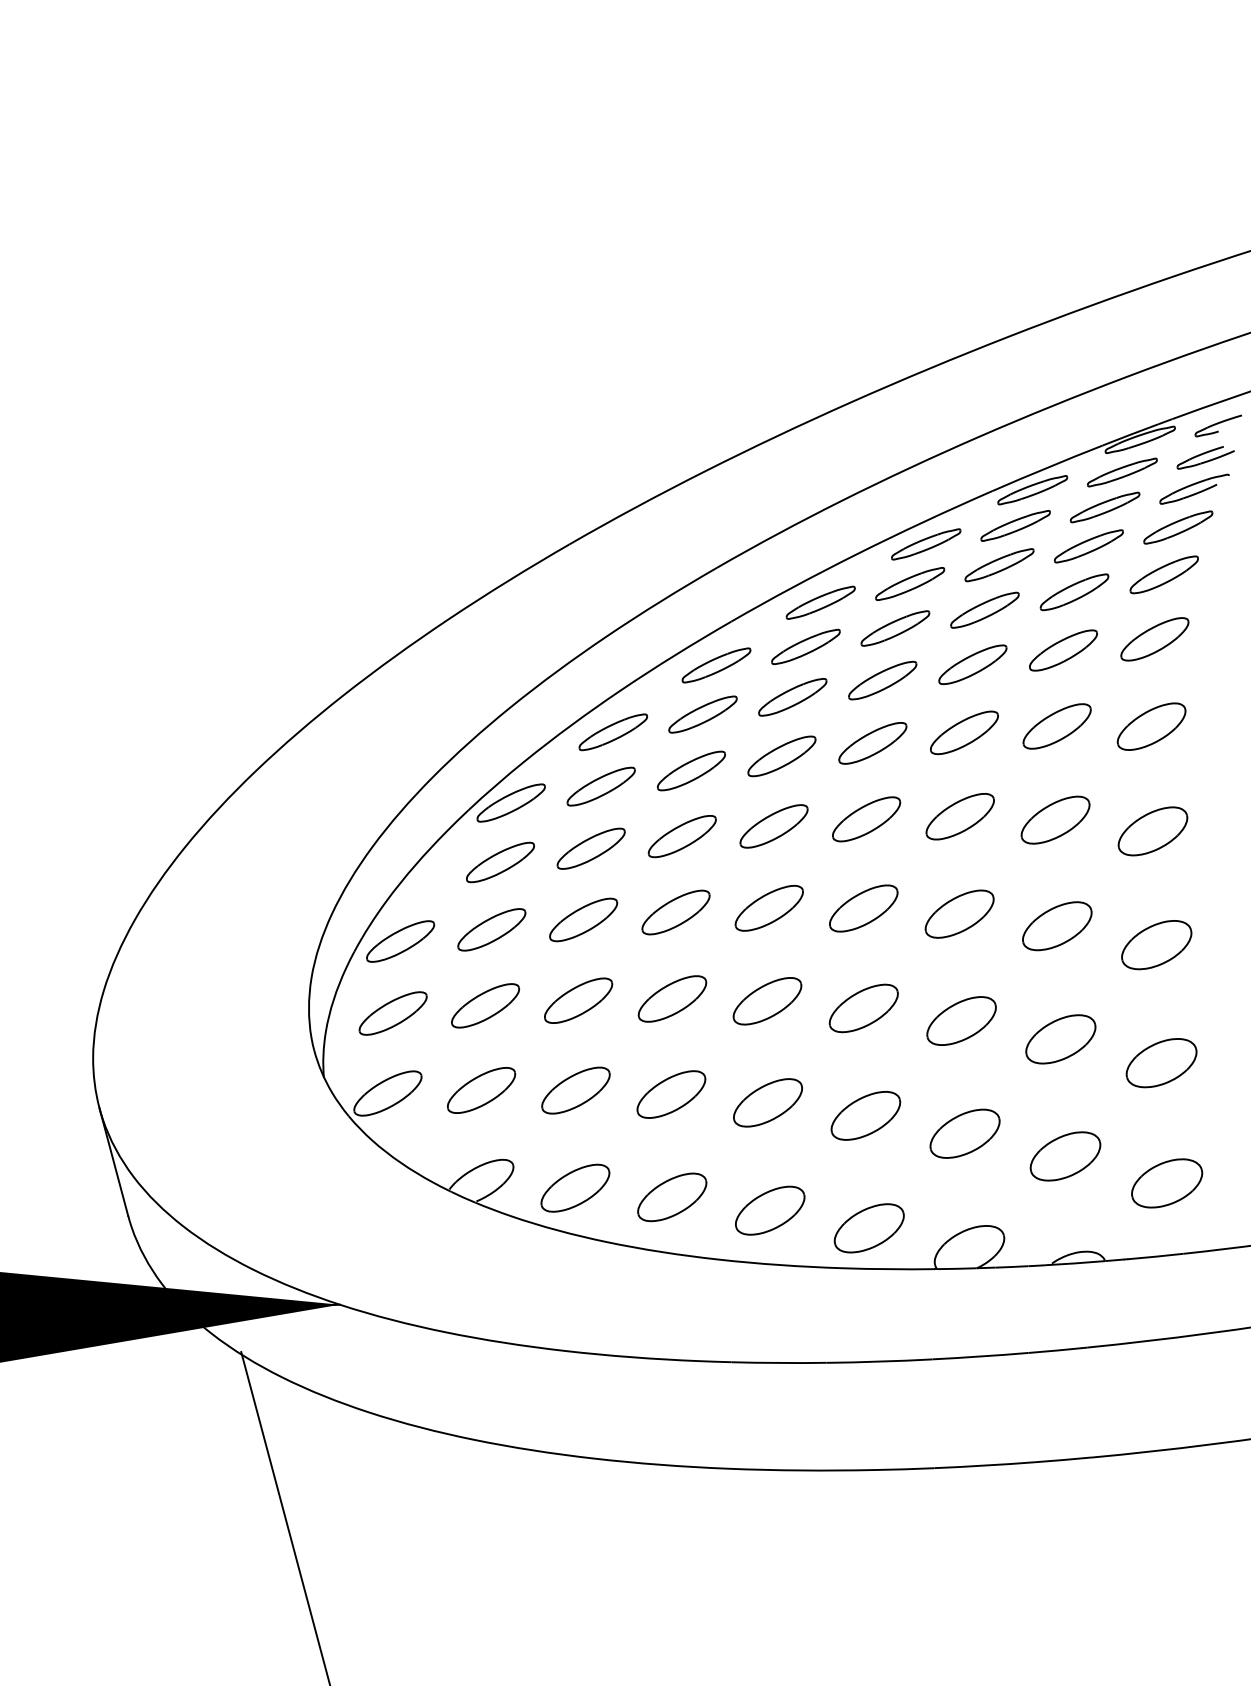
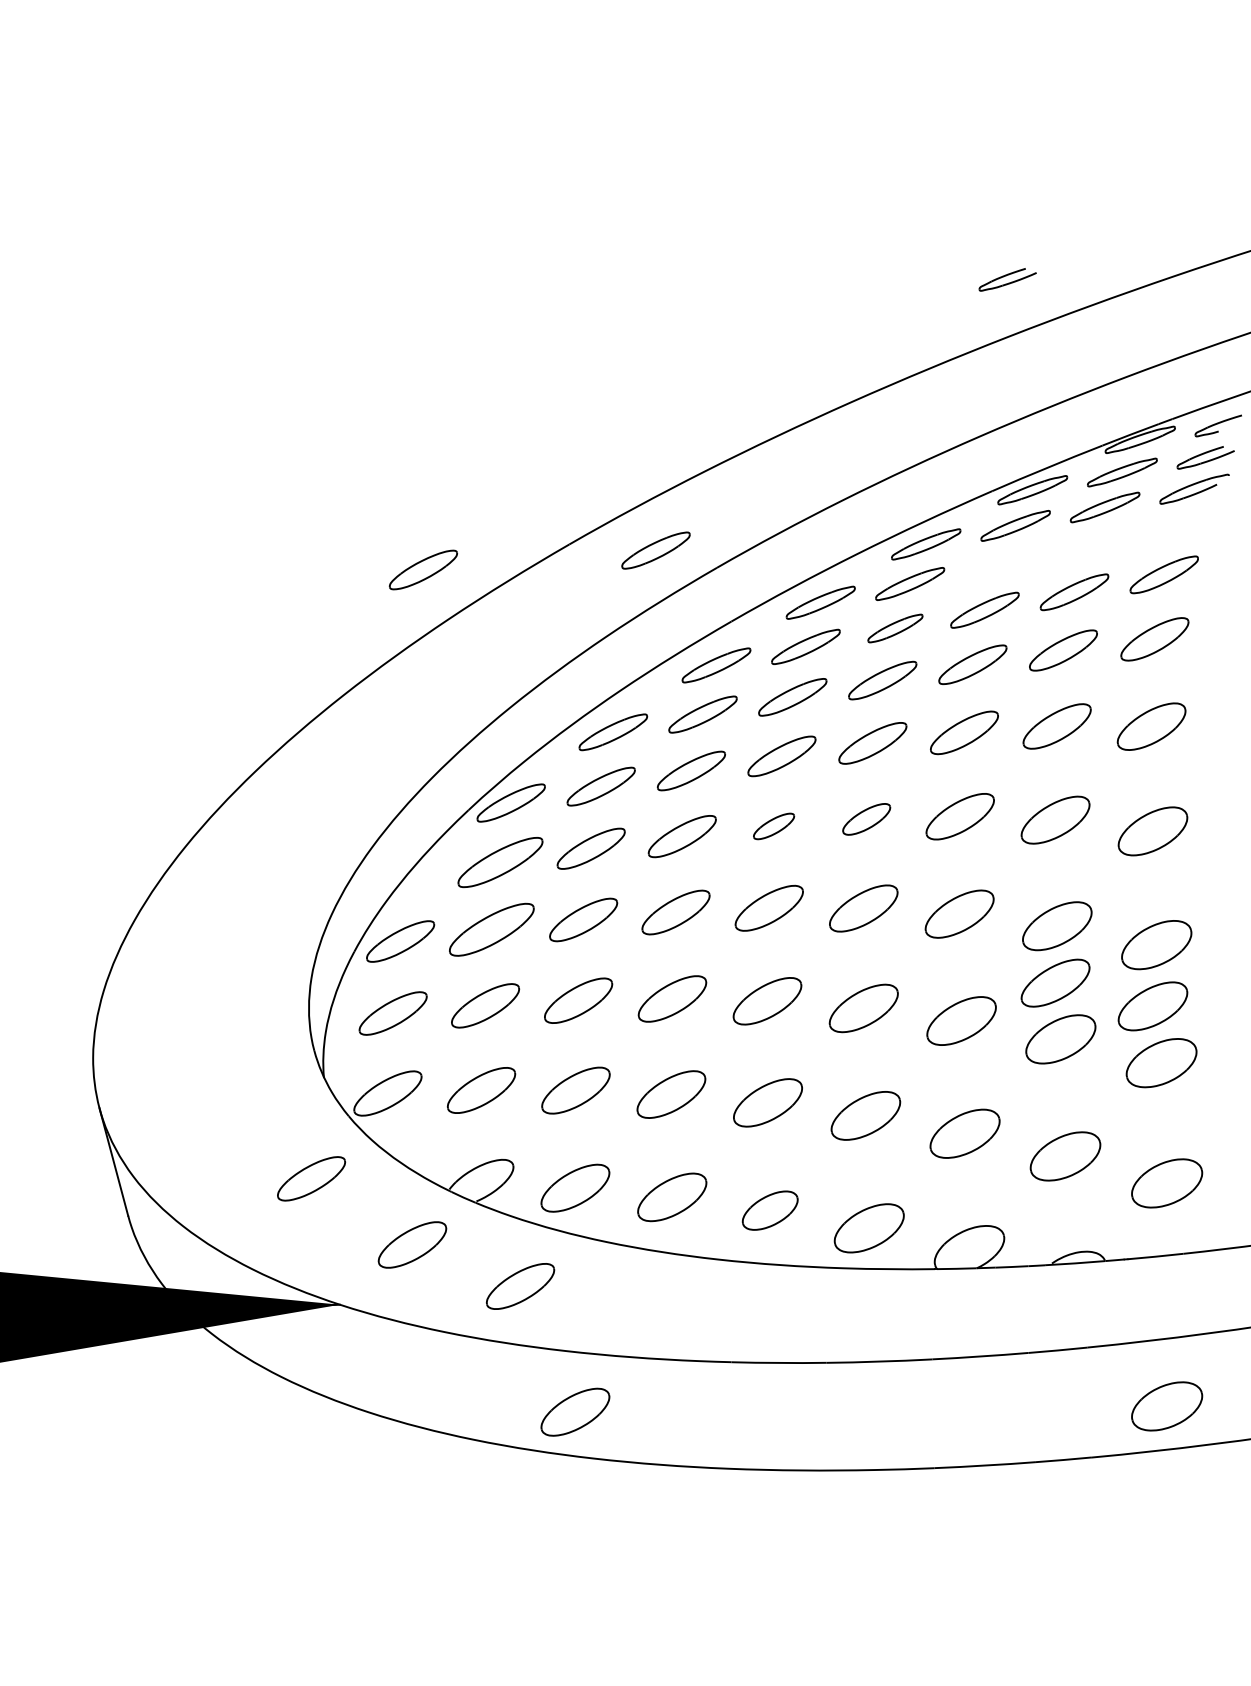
part at (1007, 279): none -> present
part at (1178, 527): present -> none
part at (1088, 546): present -> none
part at (655, 550): none -> present
part at (999, 565): present -> none
part at (422, 569): none -> present
part at (895, 628) size: 71x37 px -> 57x31 px
part at (866, 819) size: 70x47 px -> 50x33 px
part at (773, 826) size: 70x45 px -> 43x29 px
part at (500, 862) size: 69x43 px -> 87x52 px
part at (491, 929) size: 70x44 px -> 86x55 px
part at (1055, 982): none -> present
part at (1152, 1006): none -> present
part at (311, 1178): none -> present
part at (770, 1210) size: 71x51 px -> 58x41 px
part at (412, 1244): none -> present
part at (520, 1286): none -> present
part at (1167, 1406): none -> present
part at (575, 1411): none -> present
line at (285, 1517): present -> none
